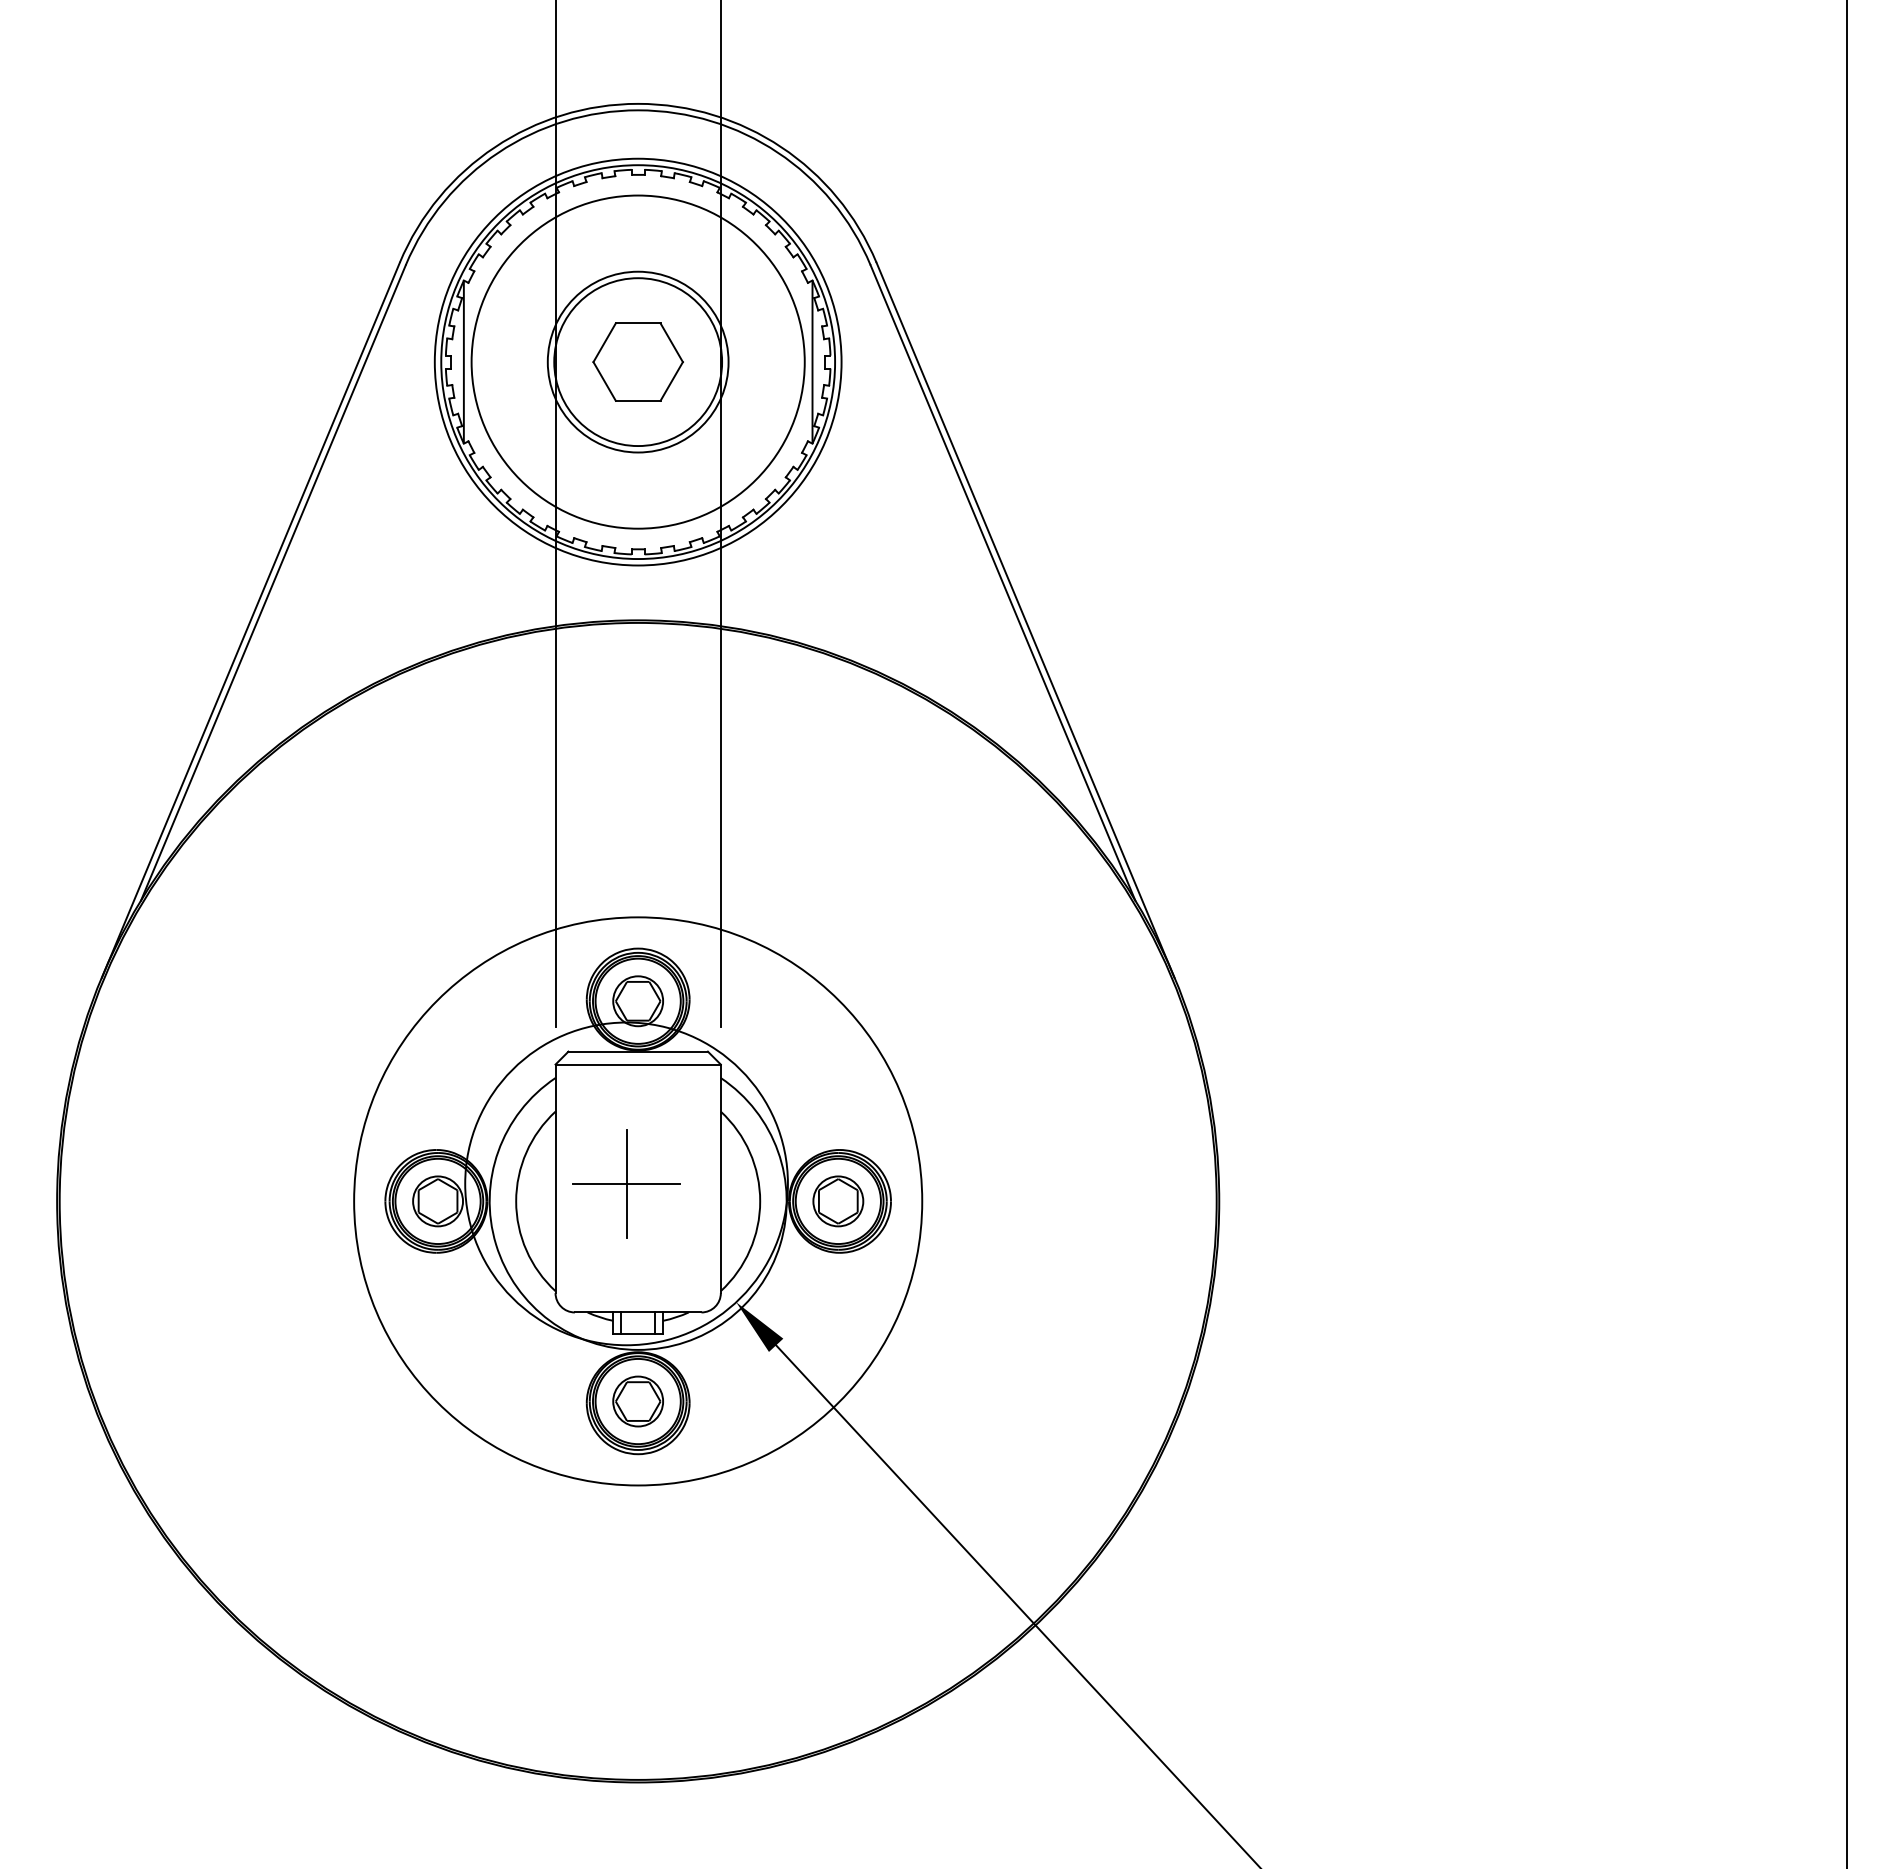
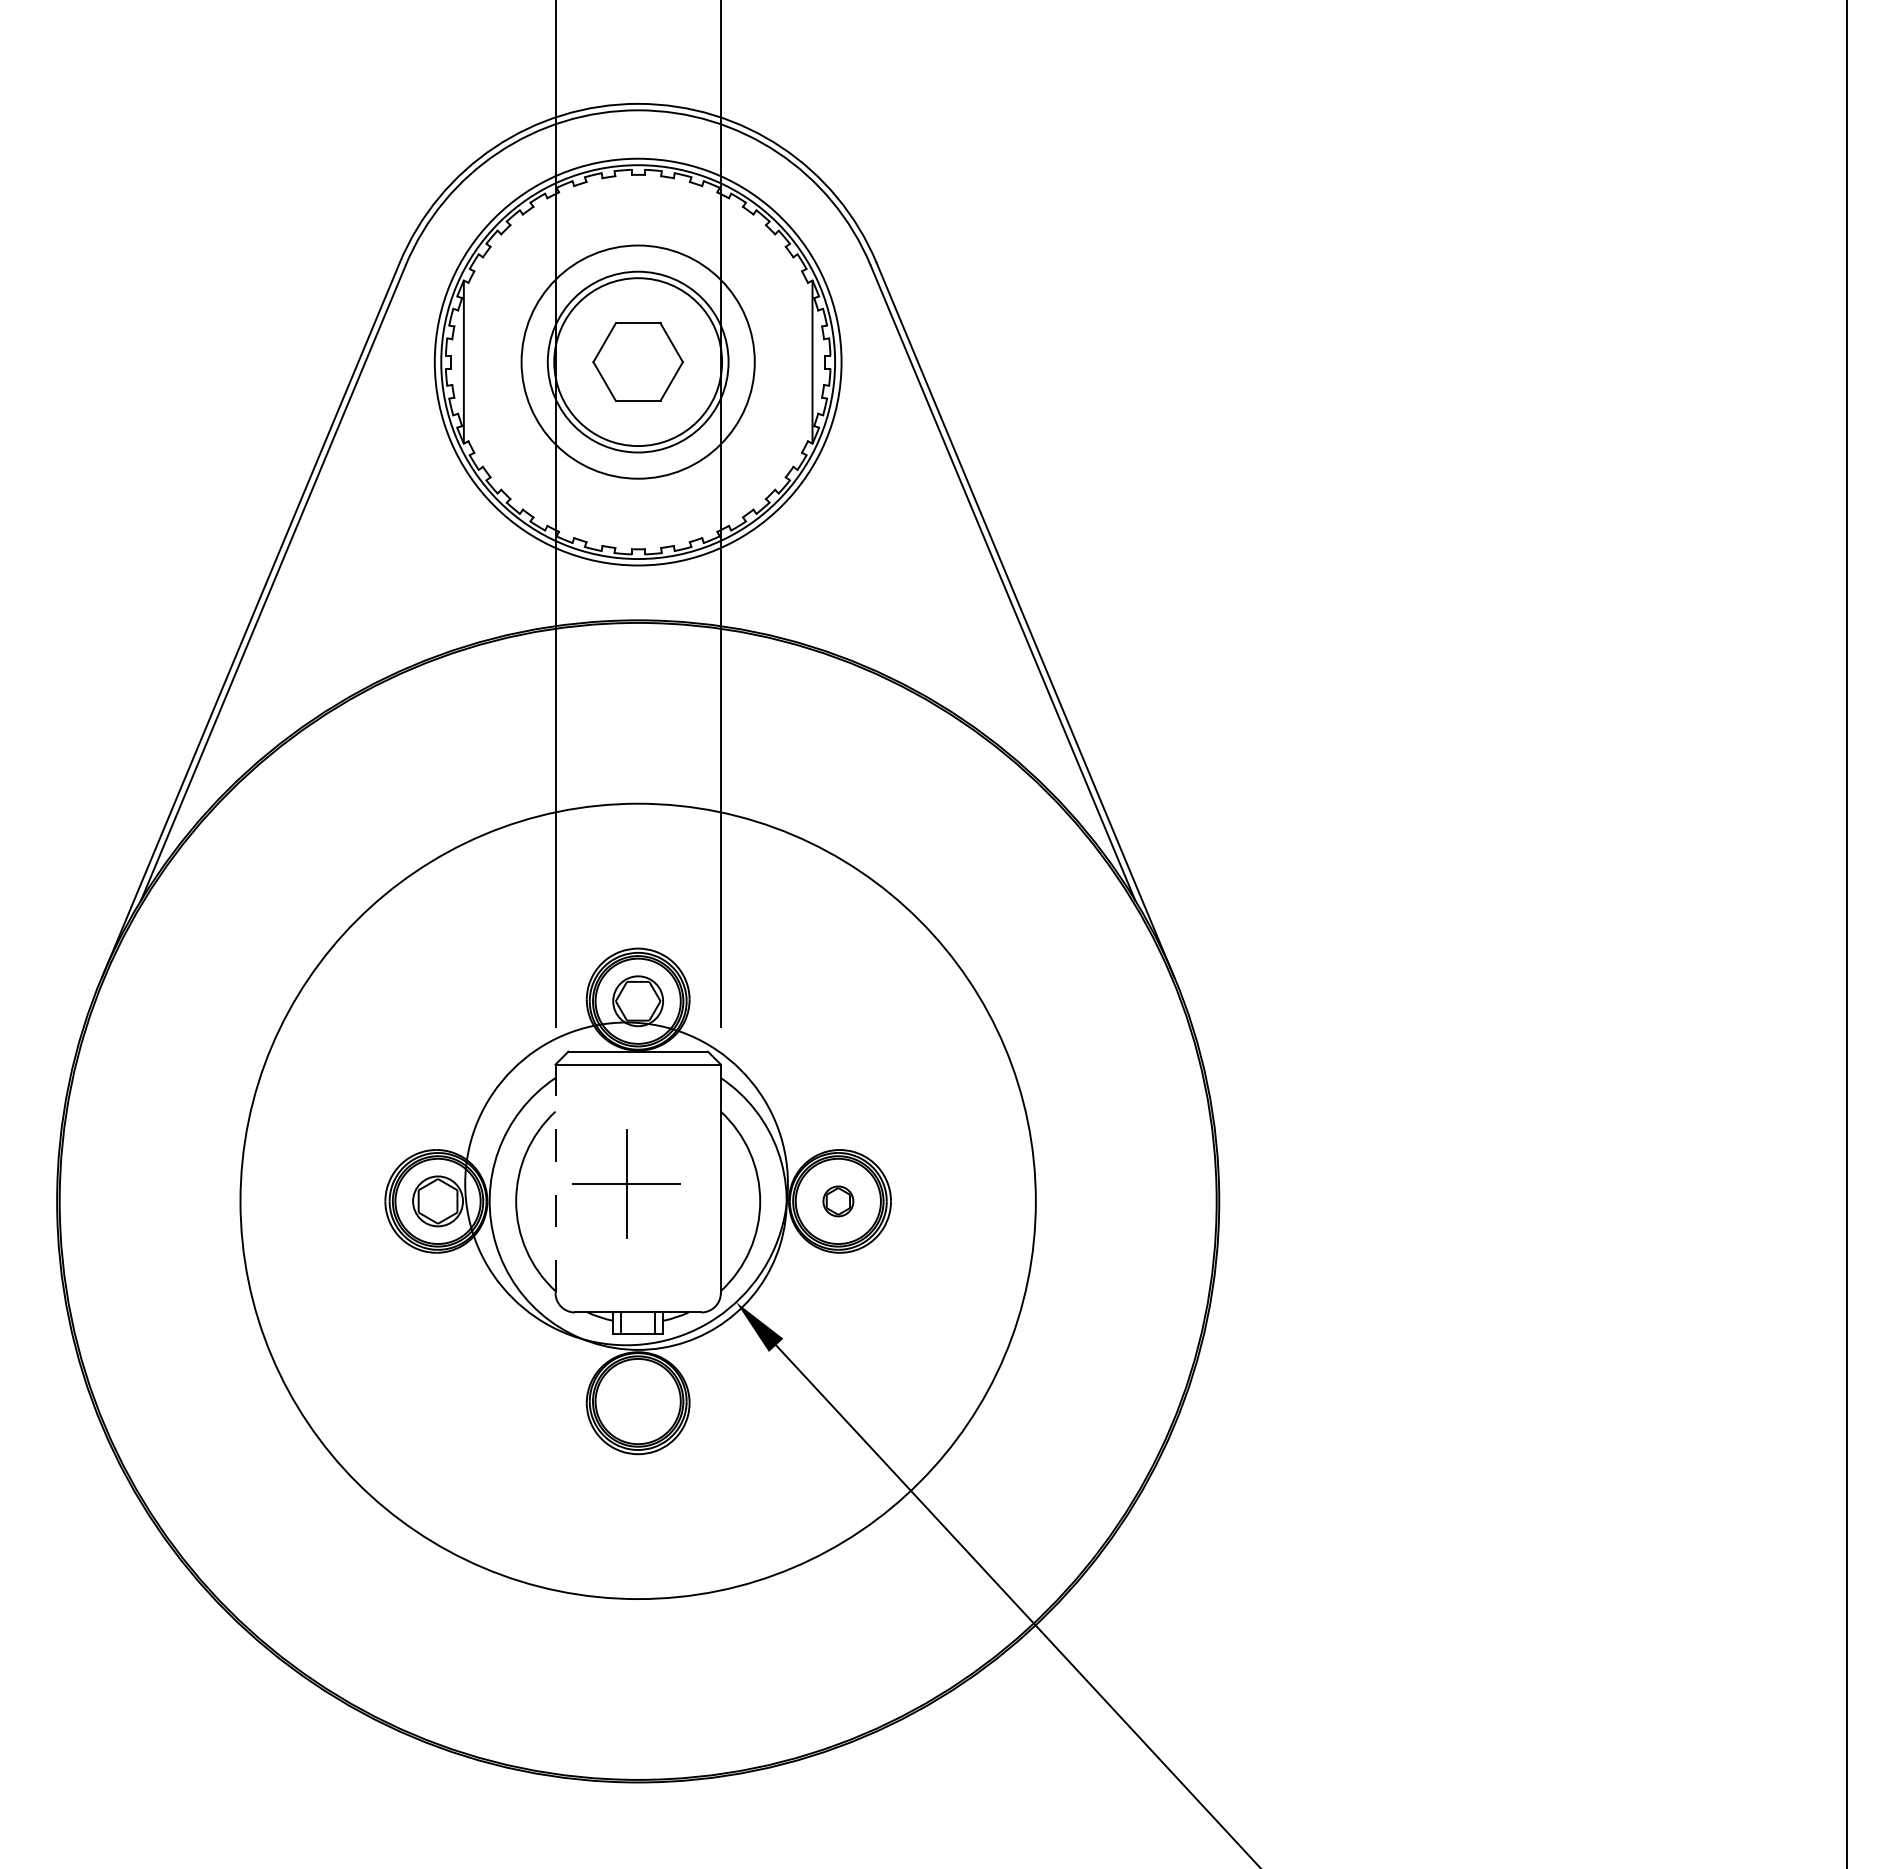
circle at (637, 361) diameter: 333 px -> 233 px
line at (555, 1178): solid -> dashed
circle at (638, 1201) diameter: 568 px -> 795 px
part at (838, 1201) size: 53x53 px -> 33x33 px
part at (637, 1401): present -> none
